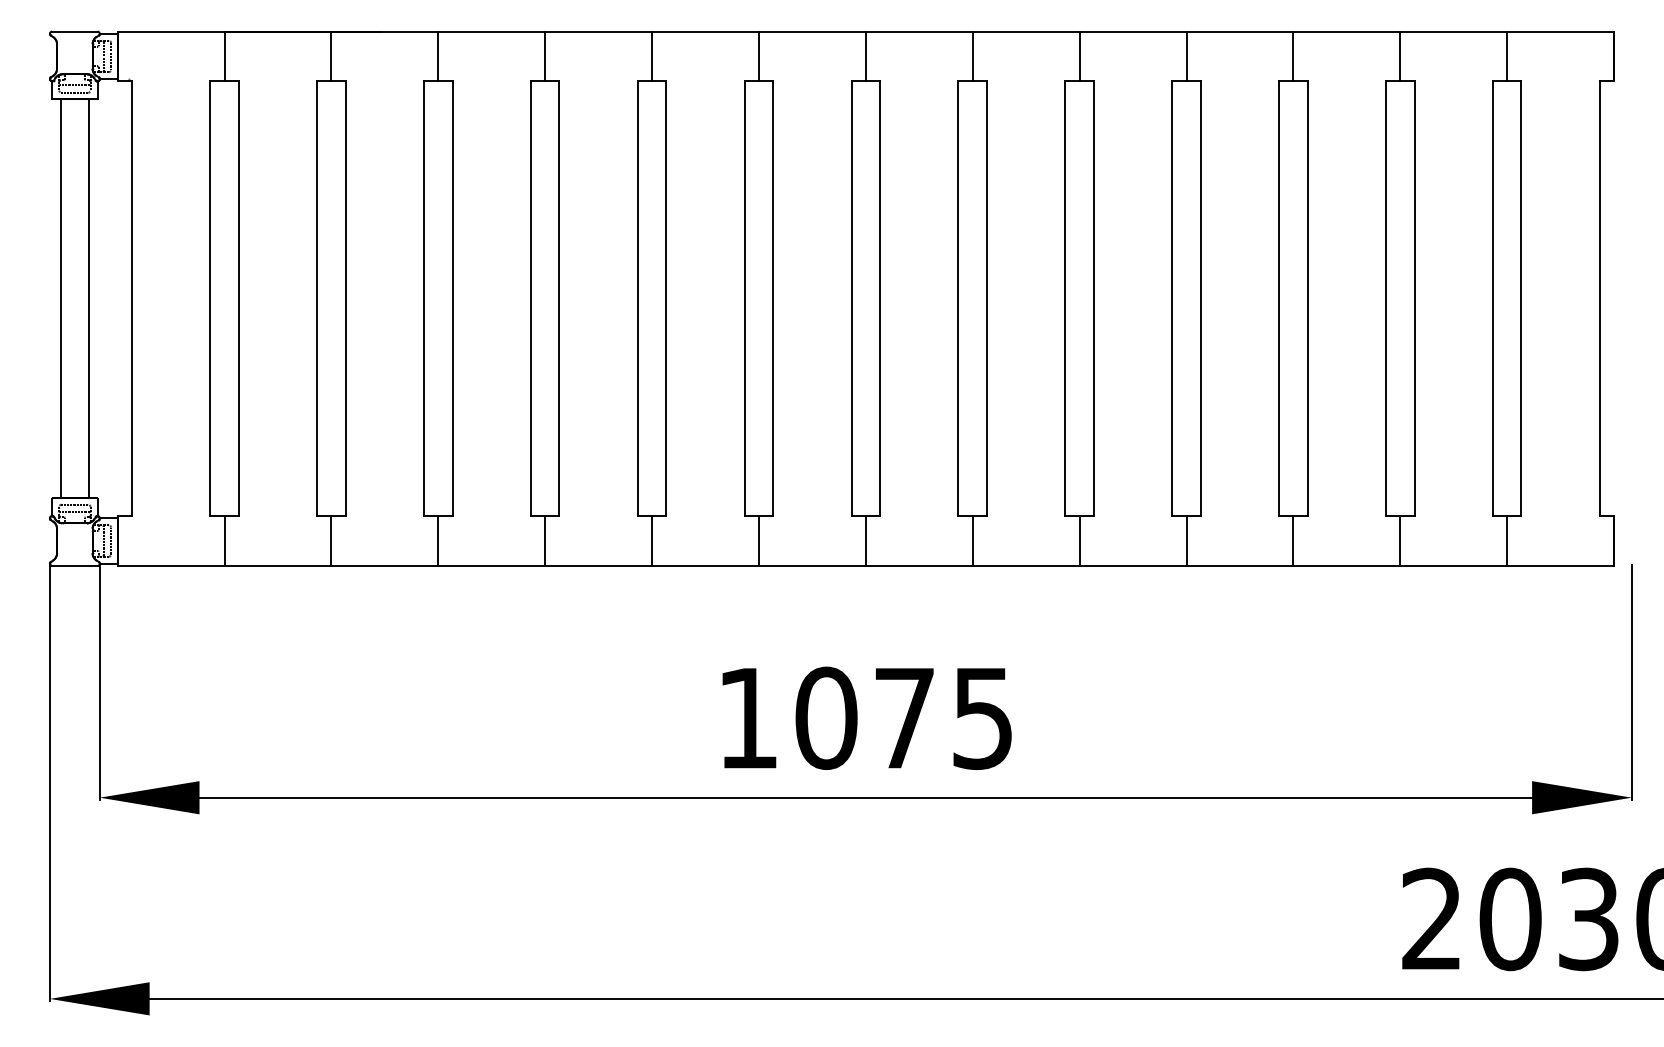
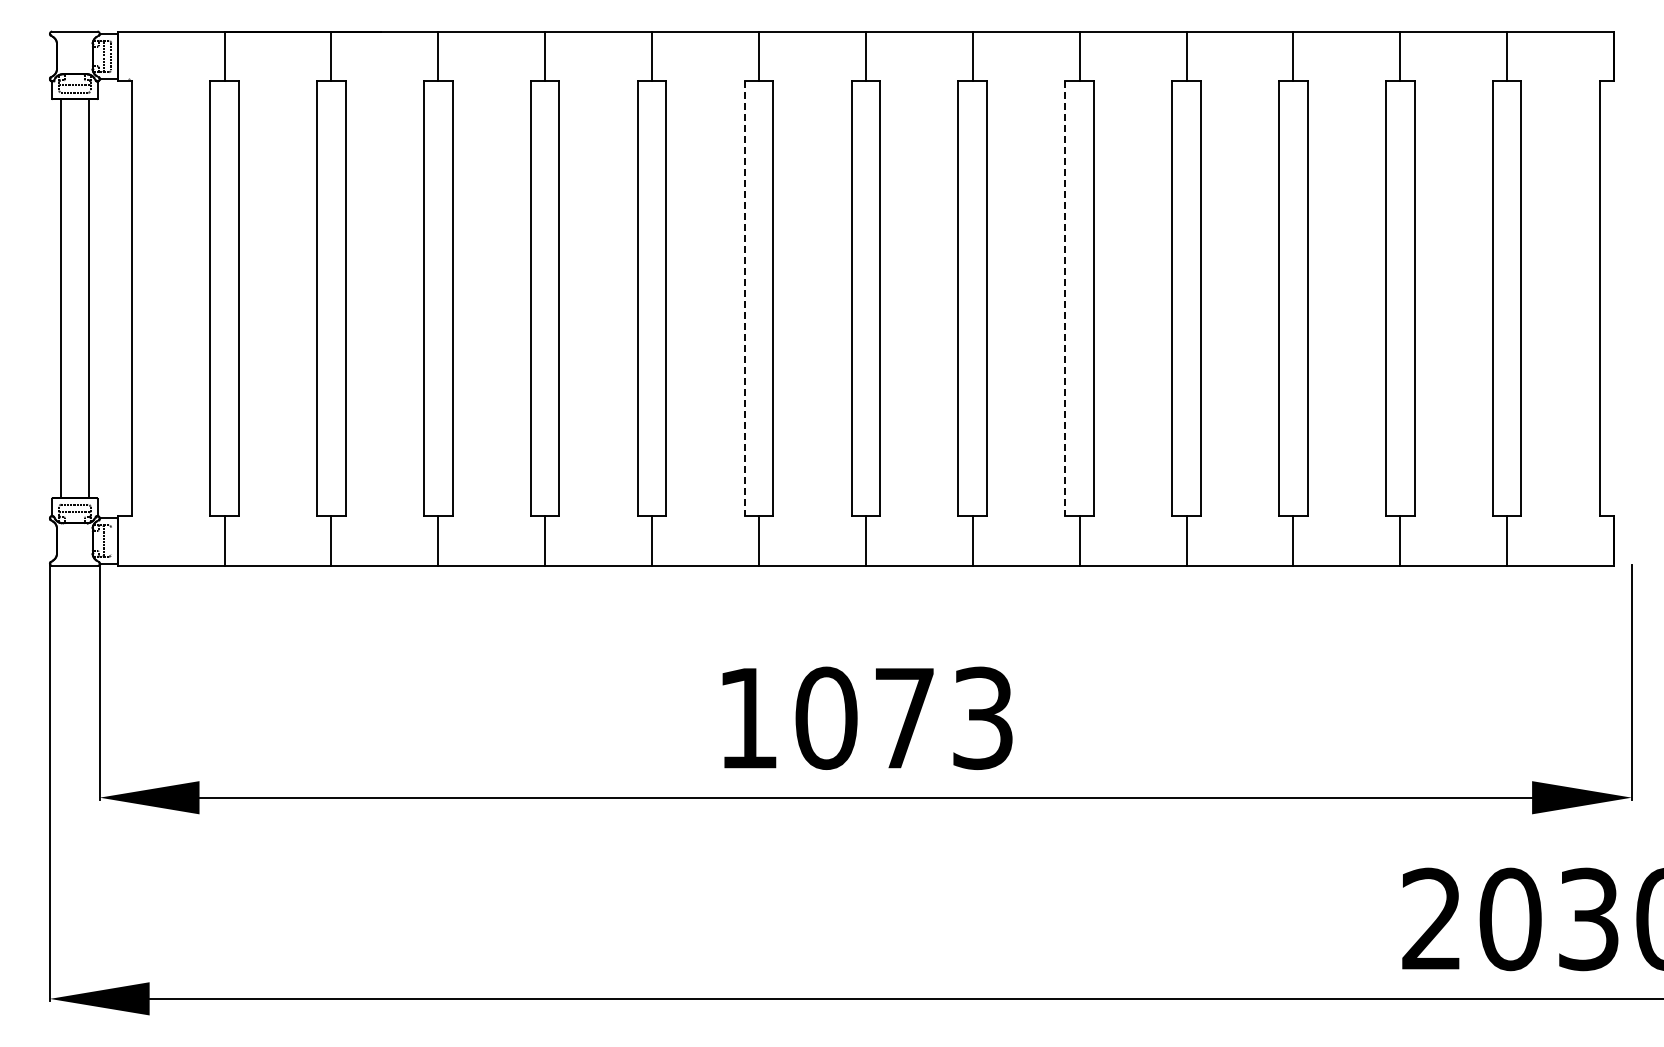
line at (744, 299): solid -> dashed
line at (1065, 299): solid -> dashed
line at (111, 540): present -> none
text at (982, 717): 1075 -> 1073
